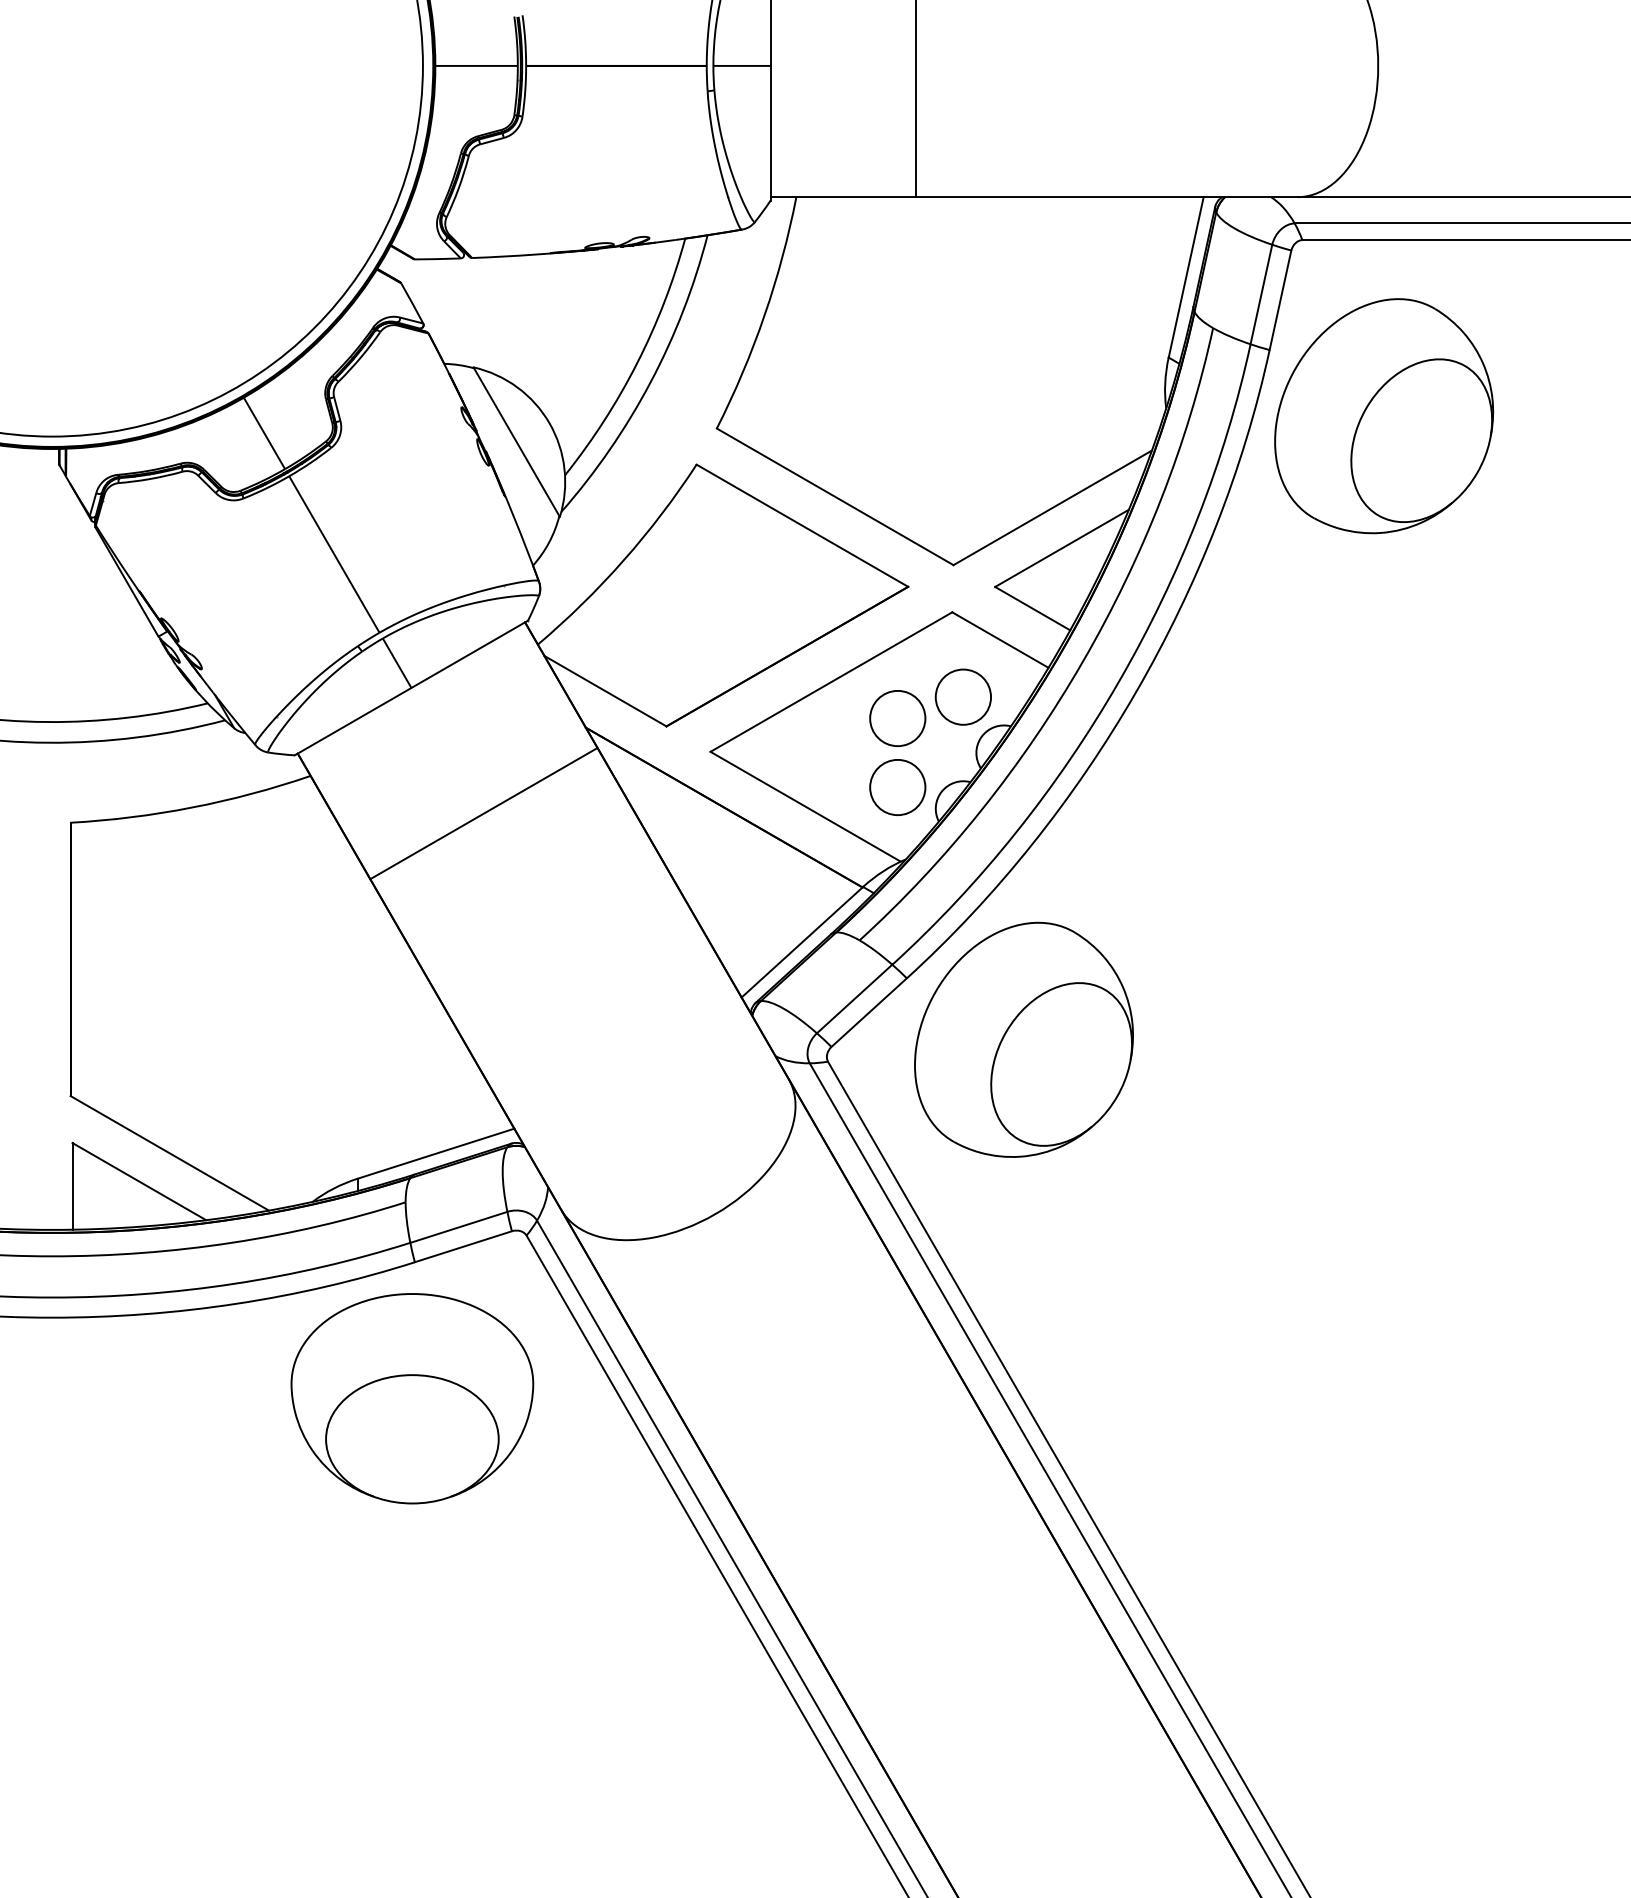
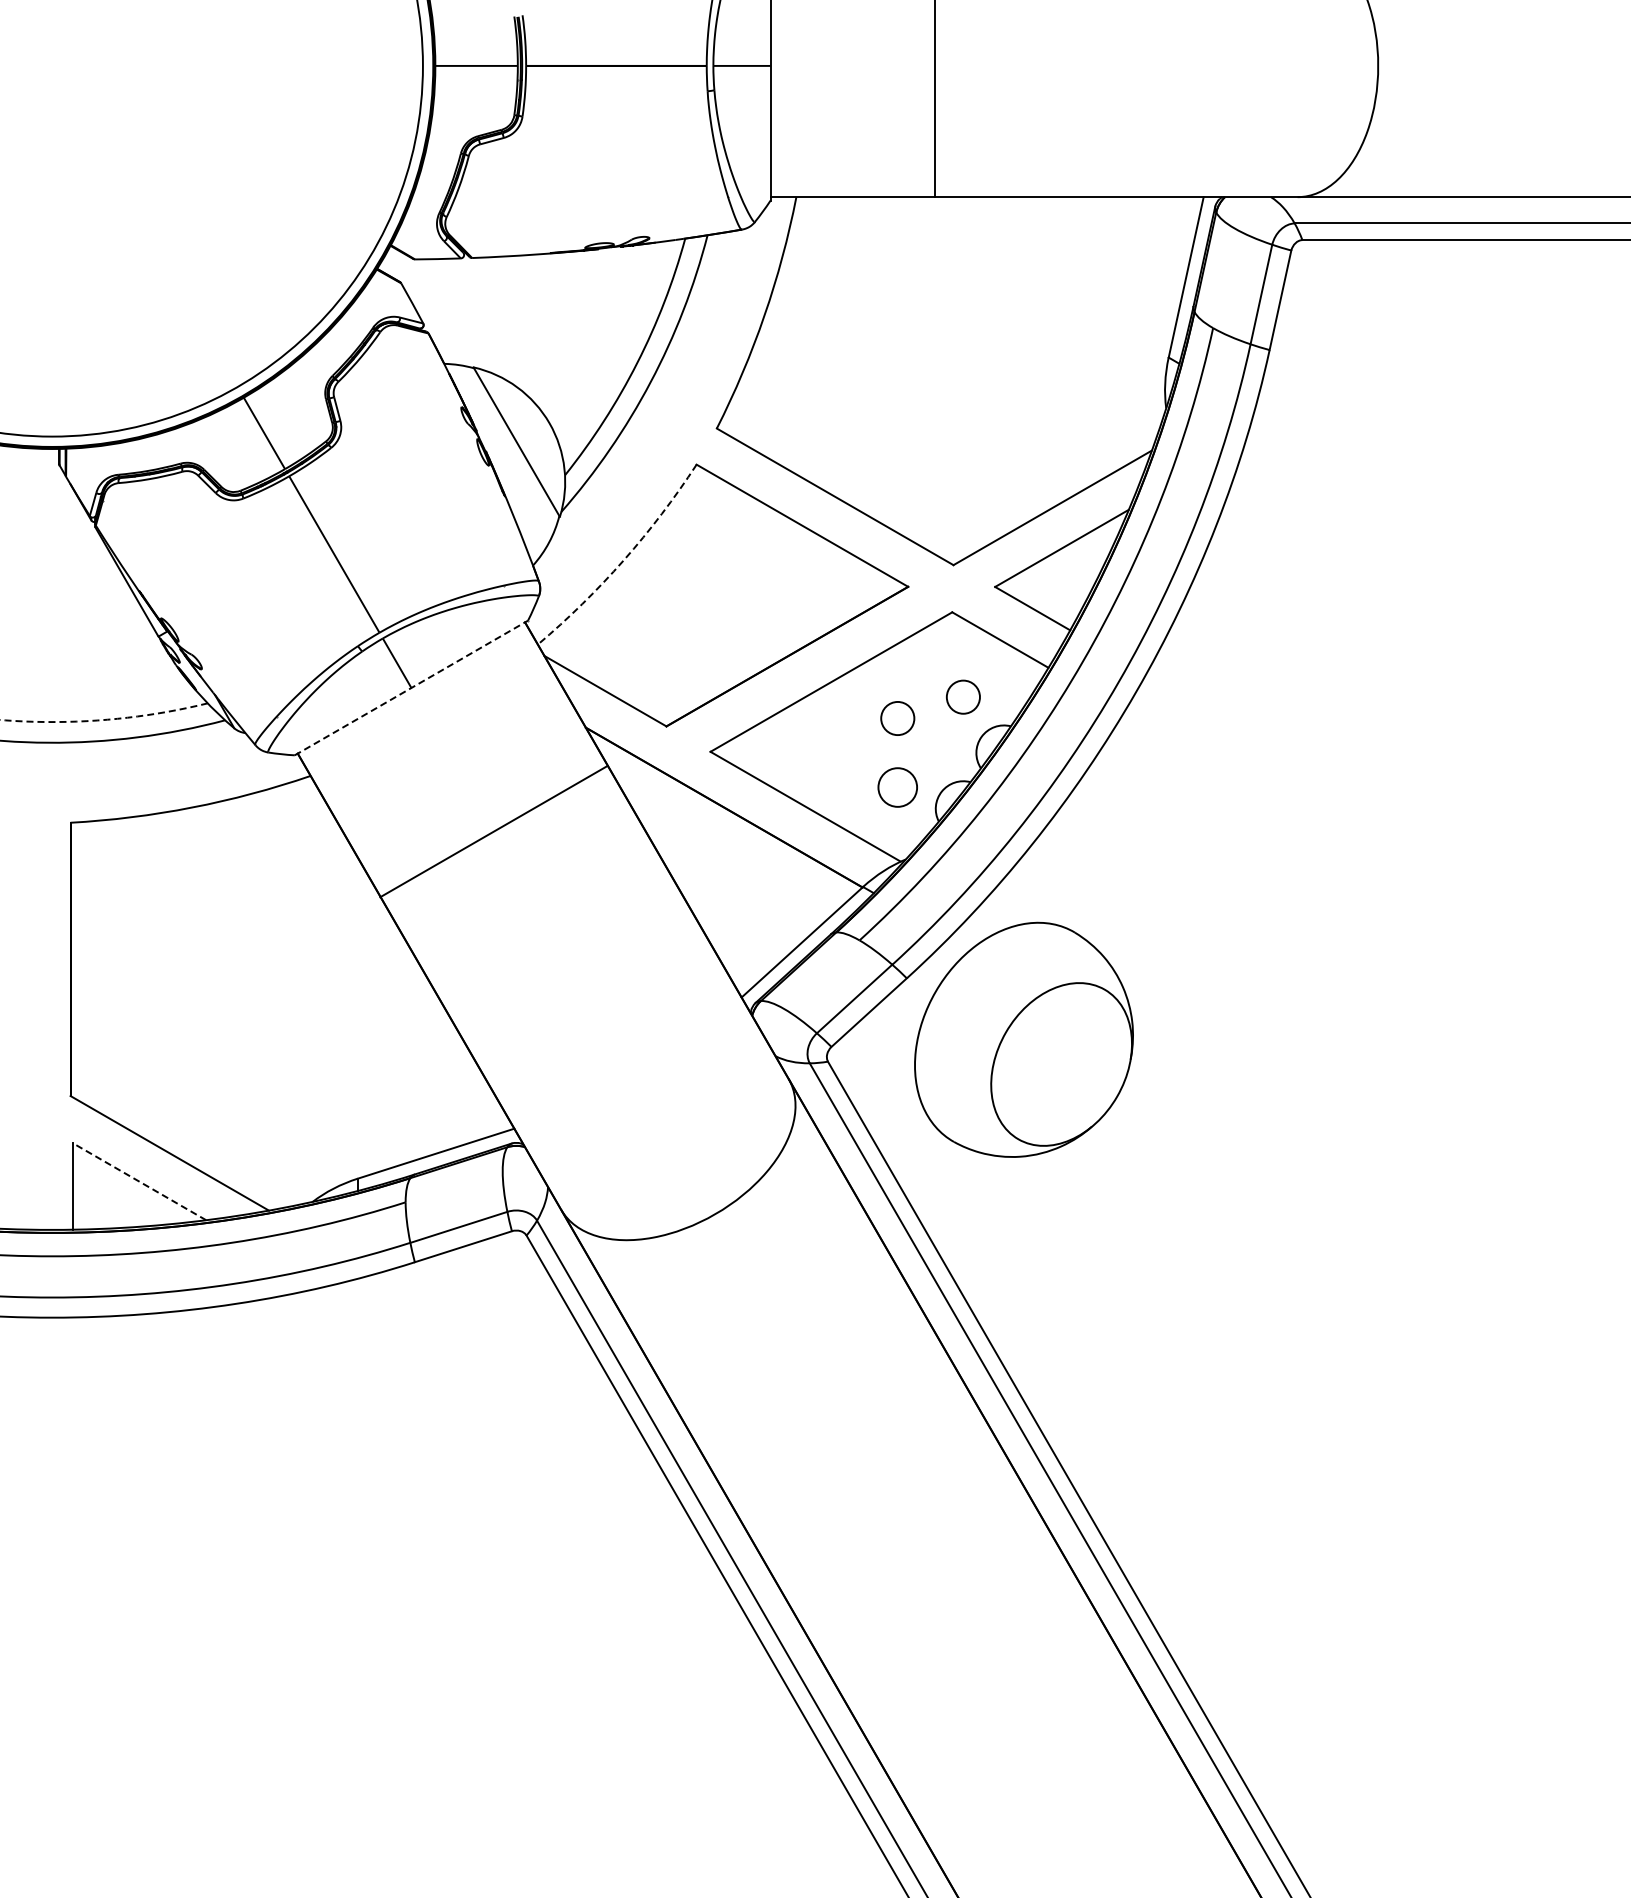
line at (915, 99) position: (915, 99) -> (934, 99)
part at (1384, 416): present -> none
arc at (623, 560): solid -> dashed
line at (411, 687): solid -> dashed
circle at (963, 696) diameter: 55 px -> 33 px
circle at (897, 718) diameter: 55 px -> 33 px
arc at (105, 719): solid -> dashed
circle at (897, 787) diameter: 55 px -> 39 px
line at (483, 813) position: (483, 813) -> (493, 831)
line at (138, 1181): solid -> dashed
part at (412, 1398): present -> none
